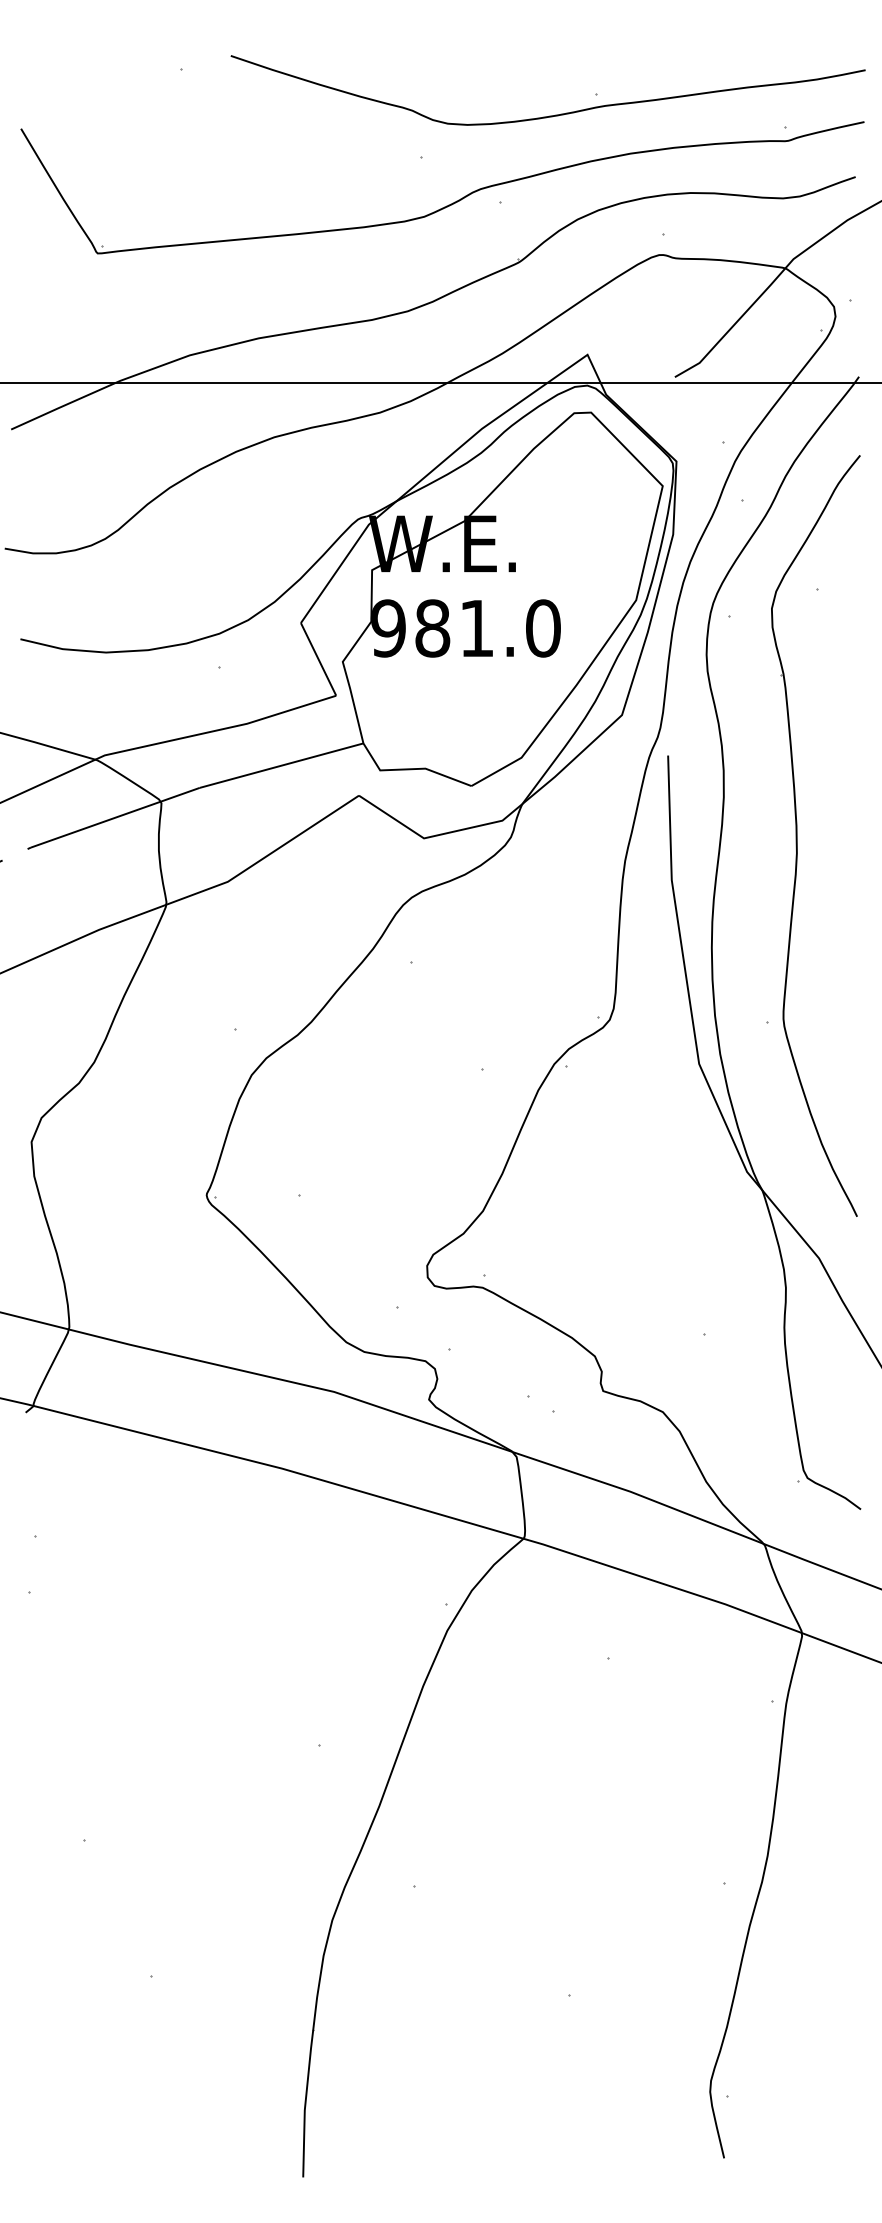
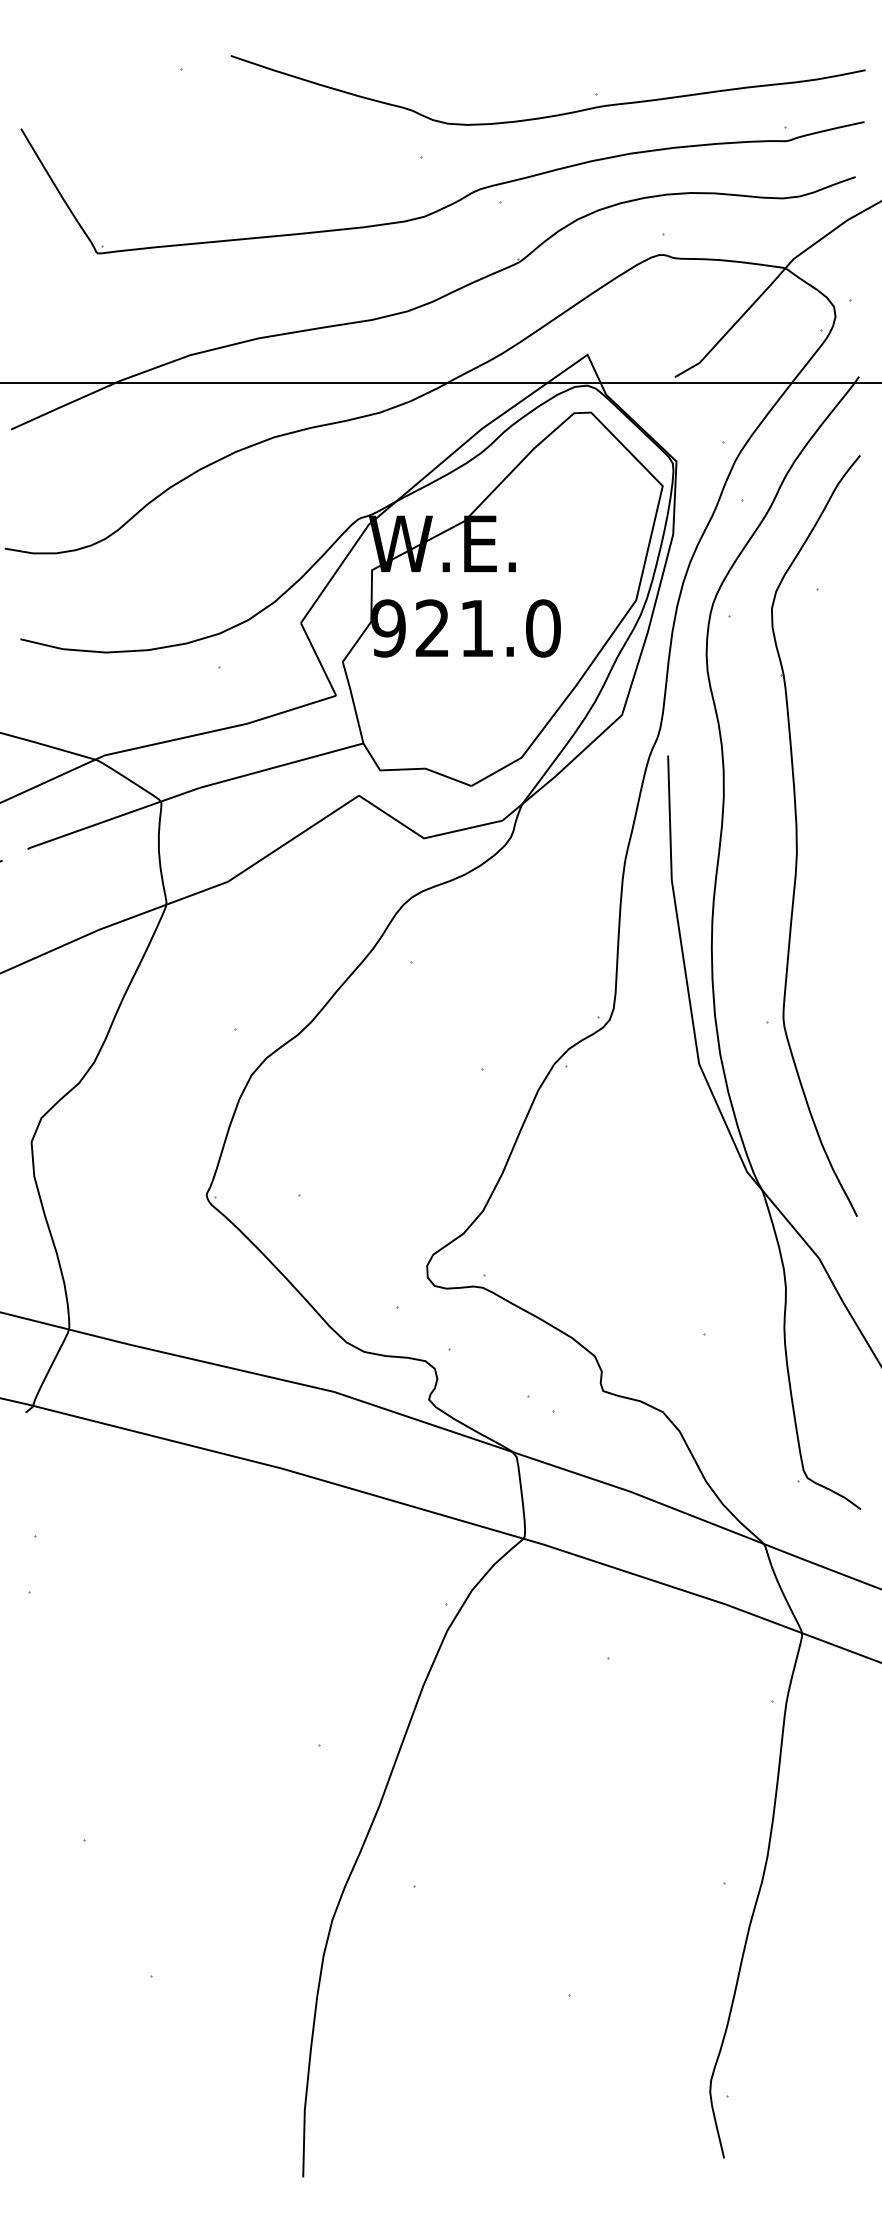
text at (432, 628): 981.0 -> 921.0
